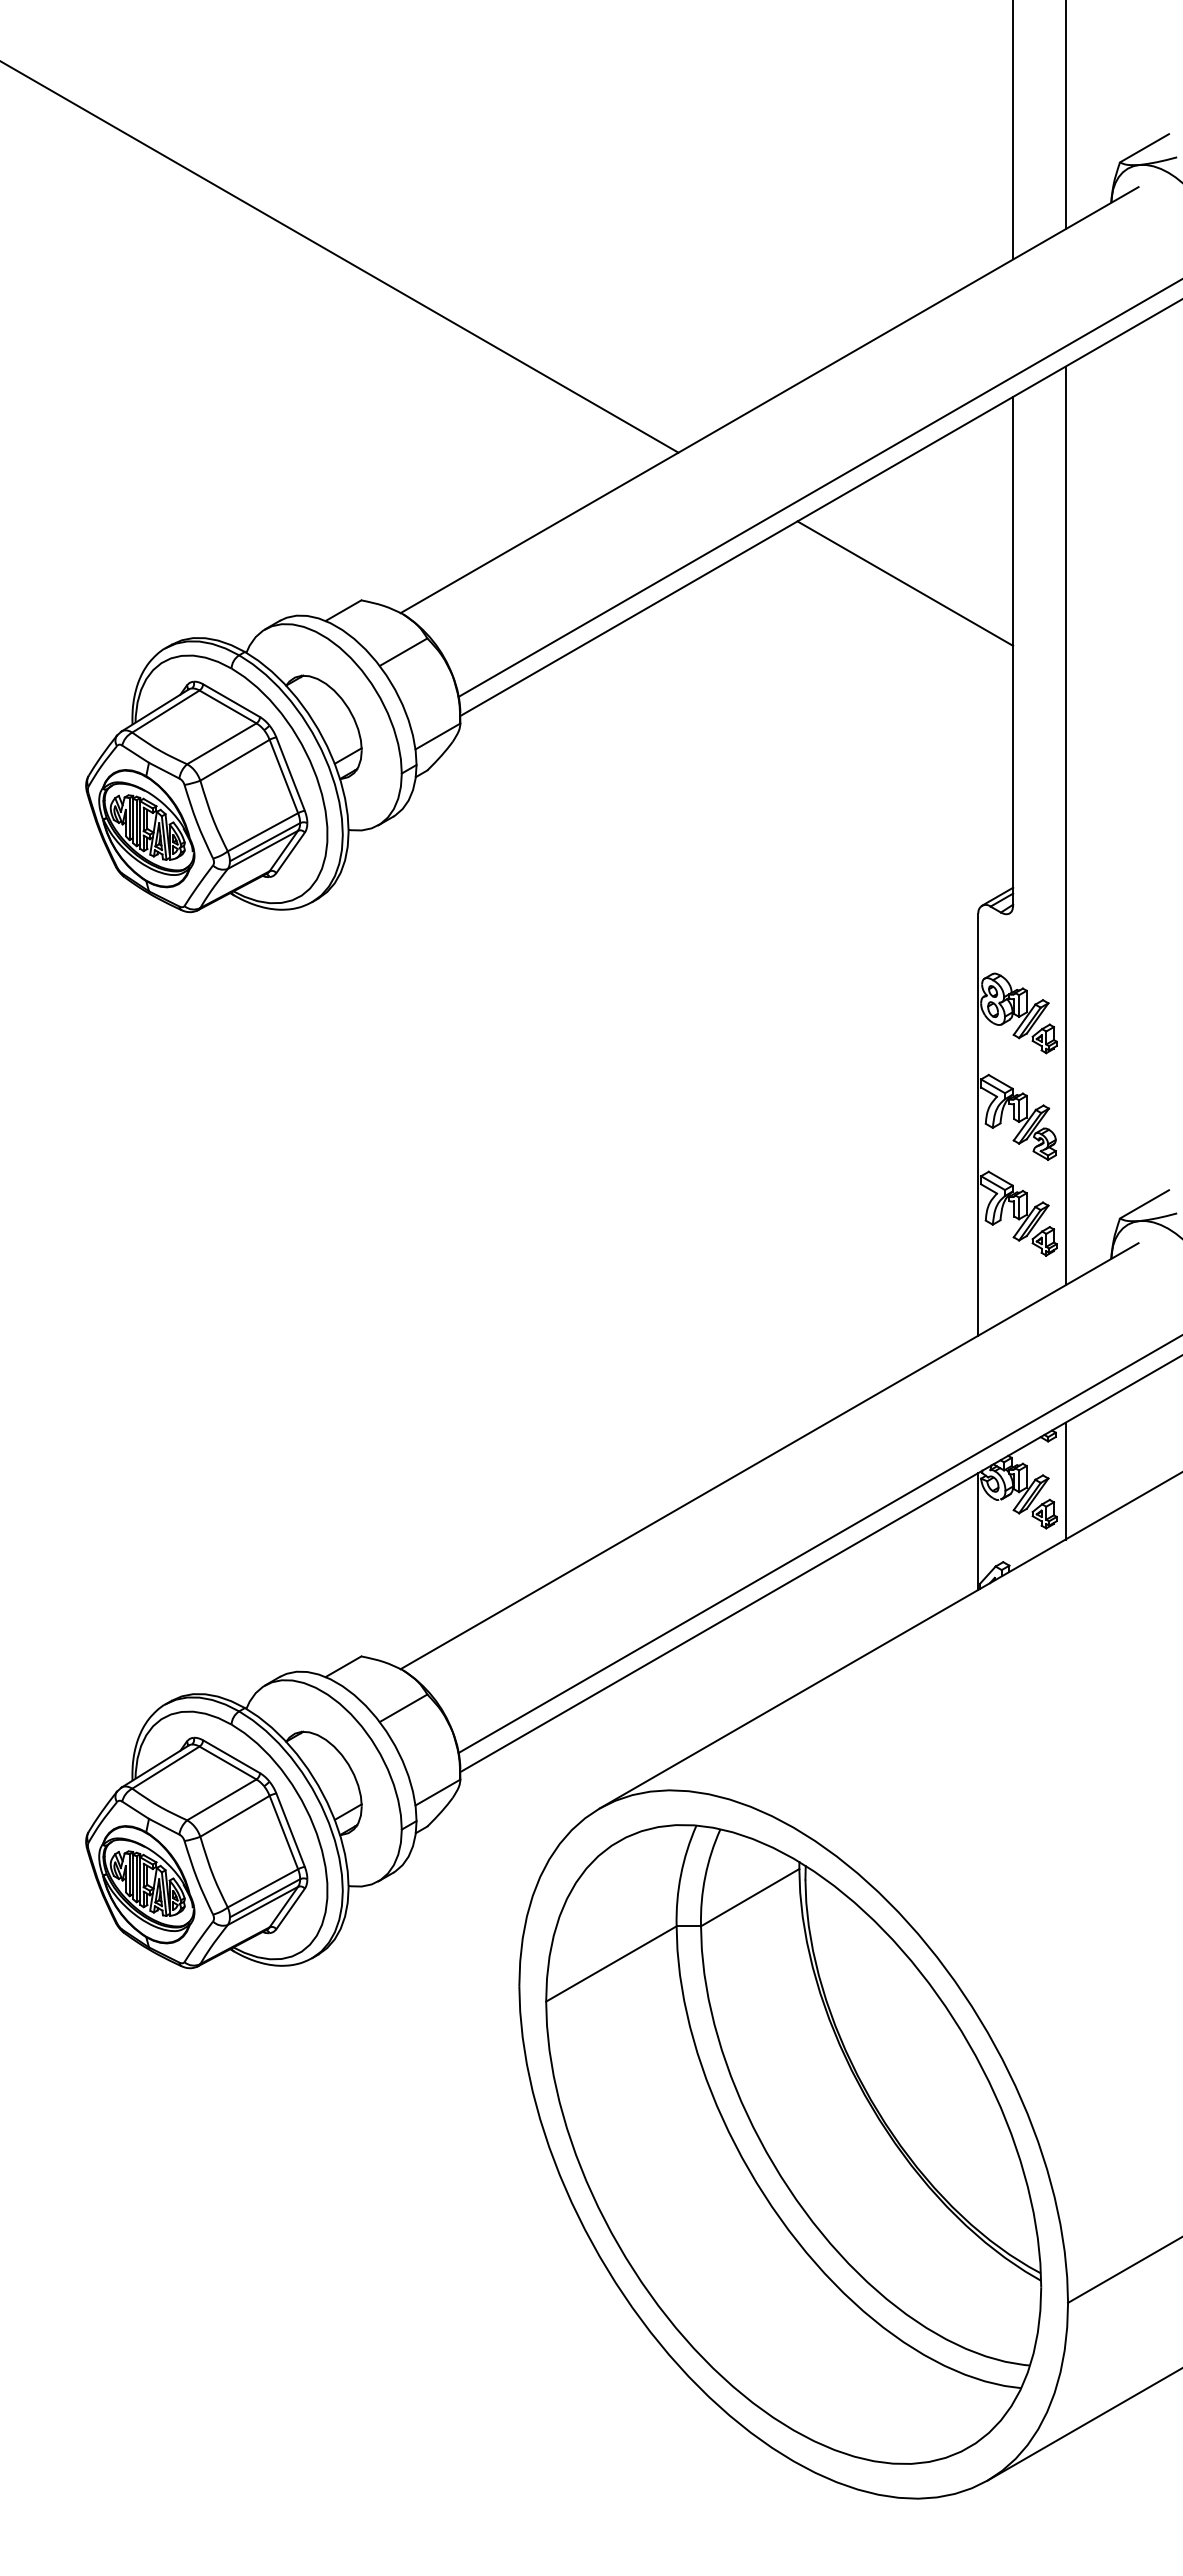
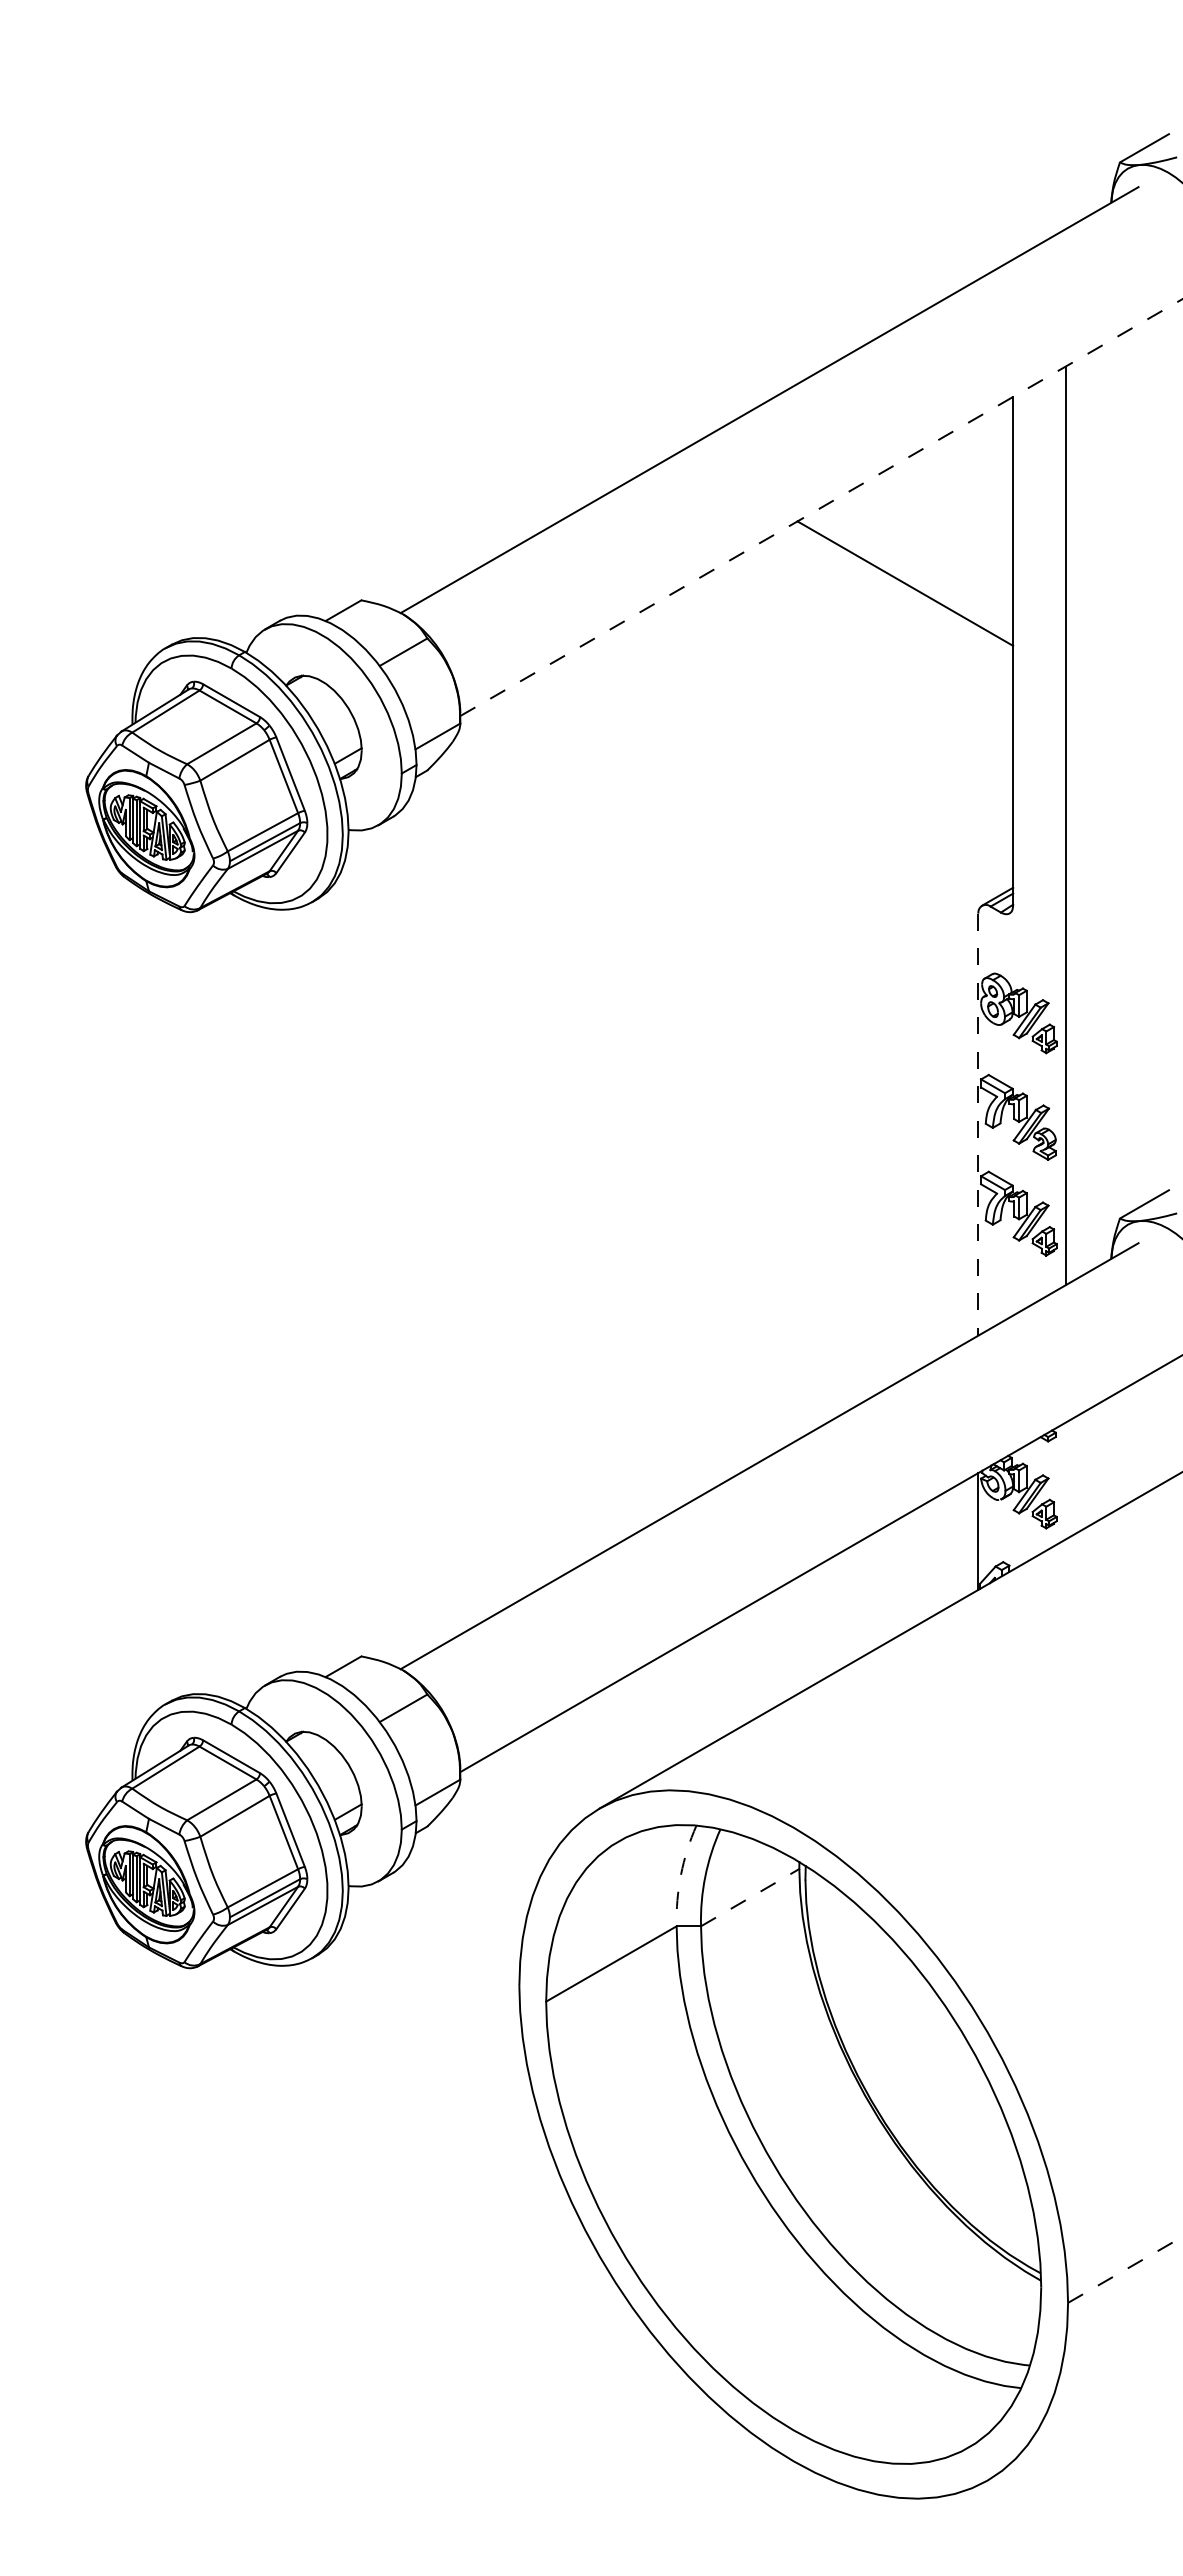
line at (1065, 115): present -> none
line at (1013, 130): present -> none
line at (340, 257): present -> none
line at (818, 488): present -> none
line at (821, 507): solid -> dashed
line at (978, 1124): solid -> dashed
line at (1065, 1480): present -> none
line at (818, 1544): present -> none
arc at (681, 1874): solid -> dashed
line at (750, 1897): solid -> dashed
line at (1125, 2269): solid -> dashed
line at (1083, 2424): present -> none
